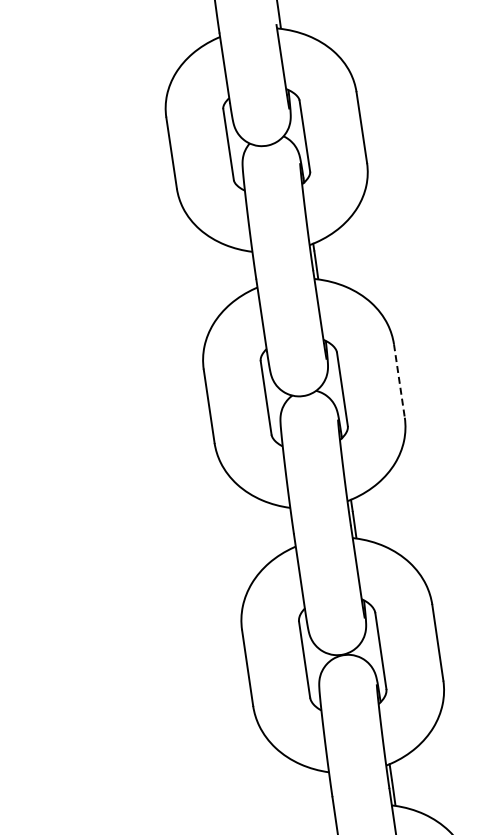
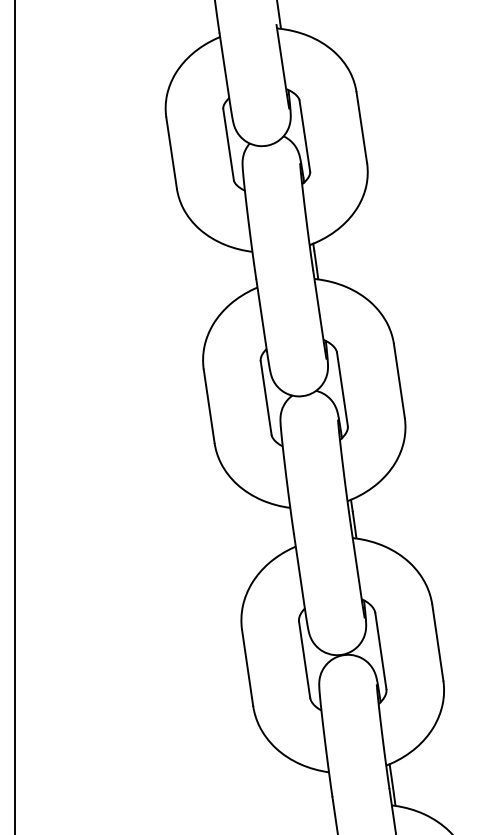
line at (399, 381): dashed -> solid
line at (14, 416): none -> present
